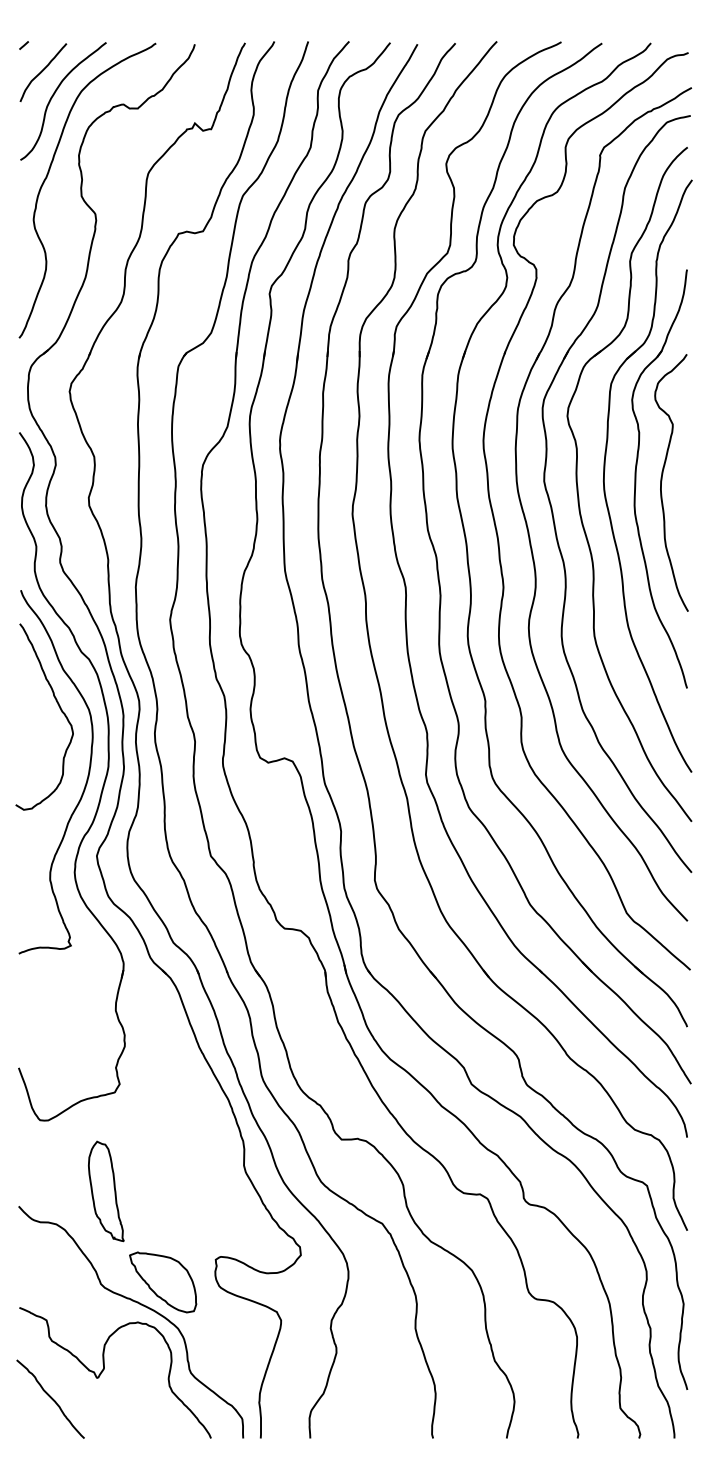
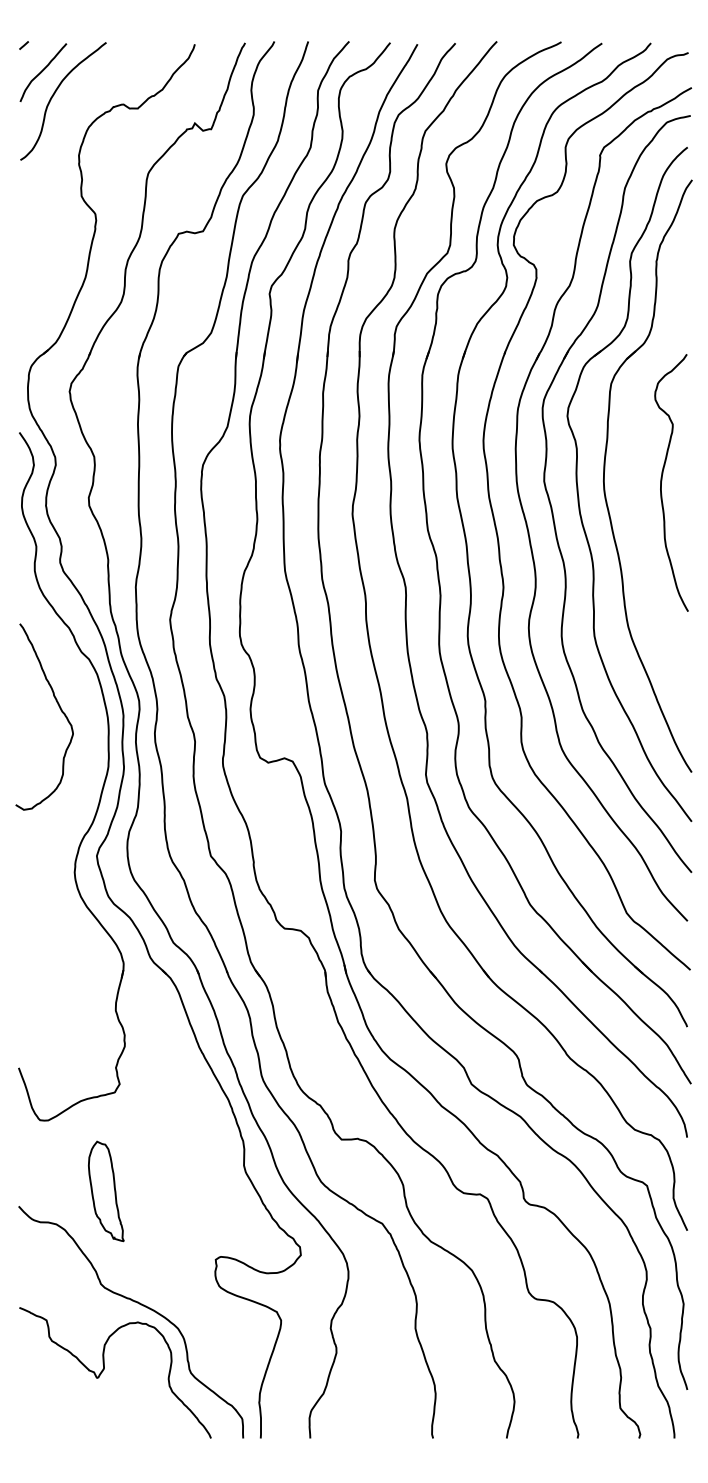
curve at (48, 175): present -> none
part at (636, 478): present -> none
curve at (85, 782): present -> none
part at (163, 1282): present -> none
curve at (50, 1398): present -> none
